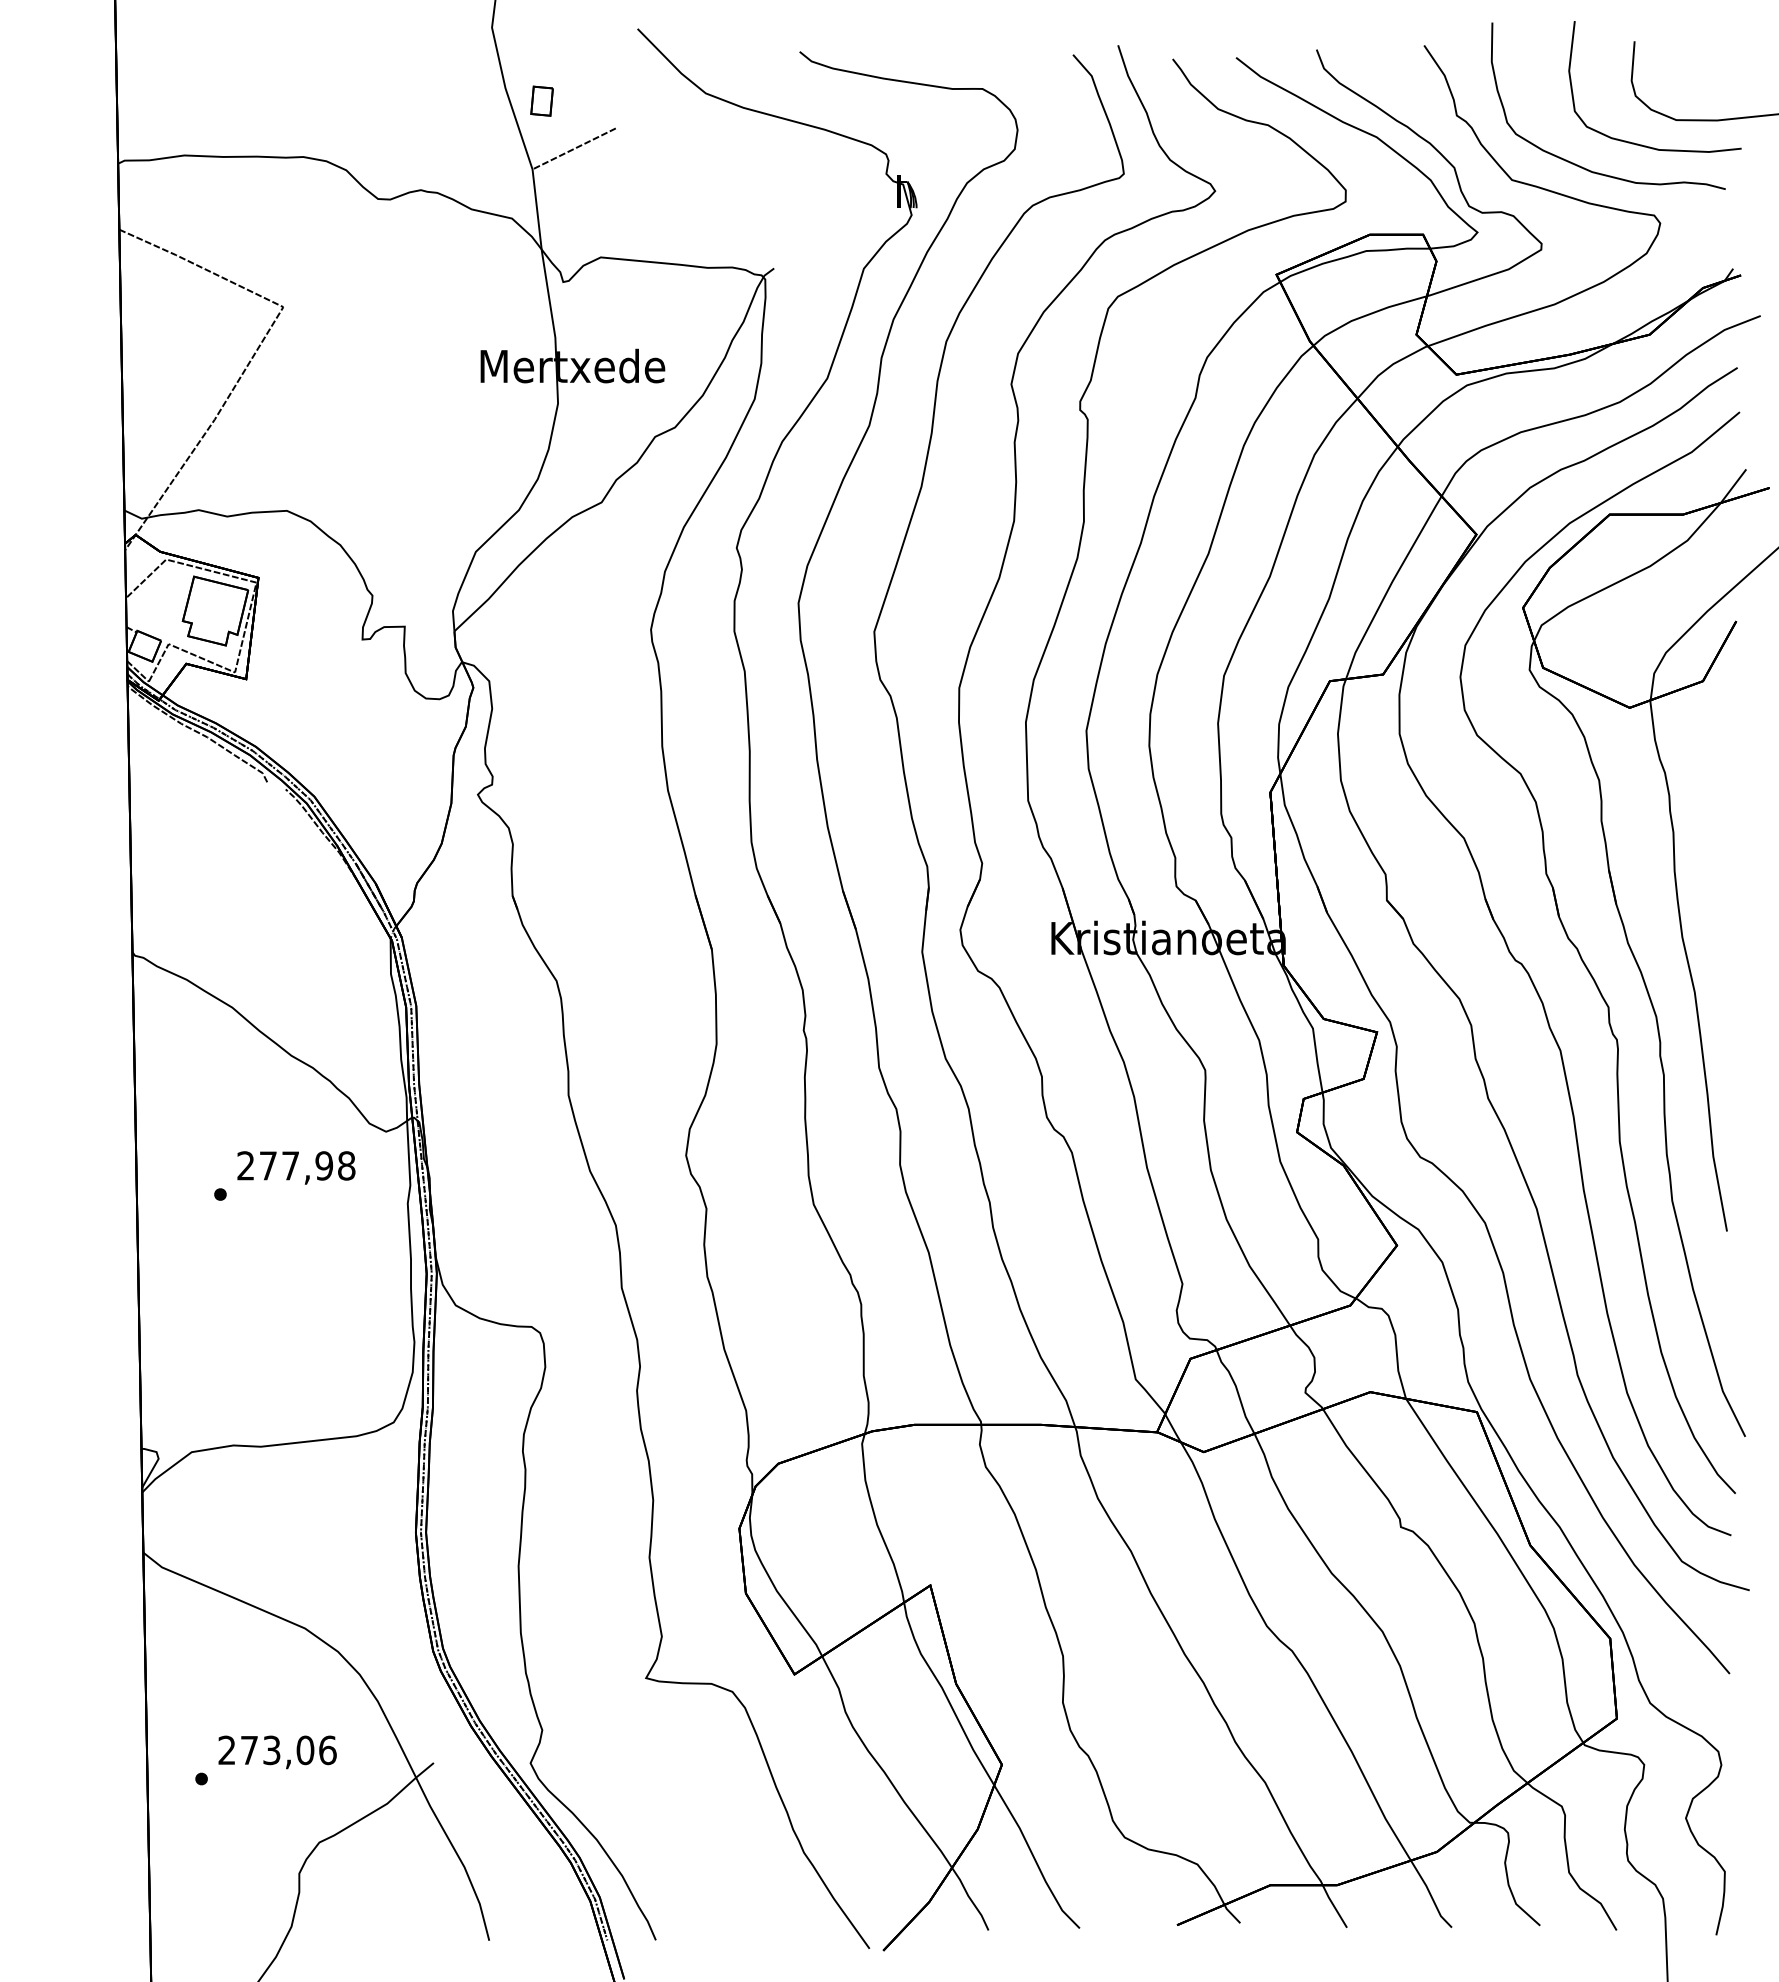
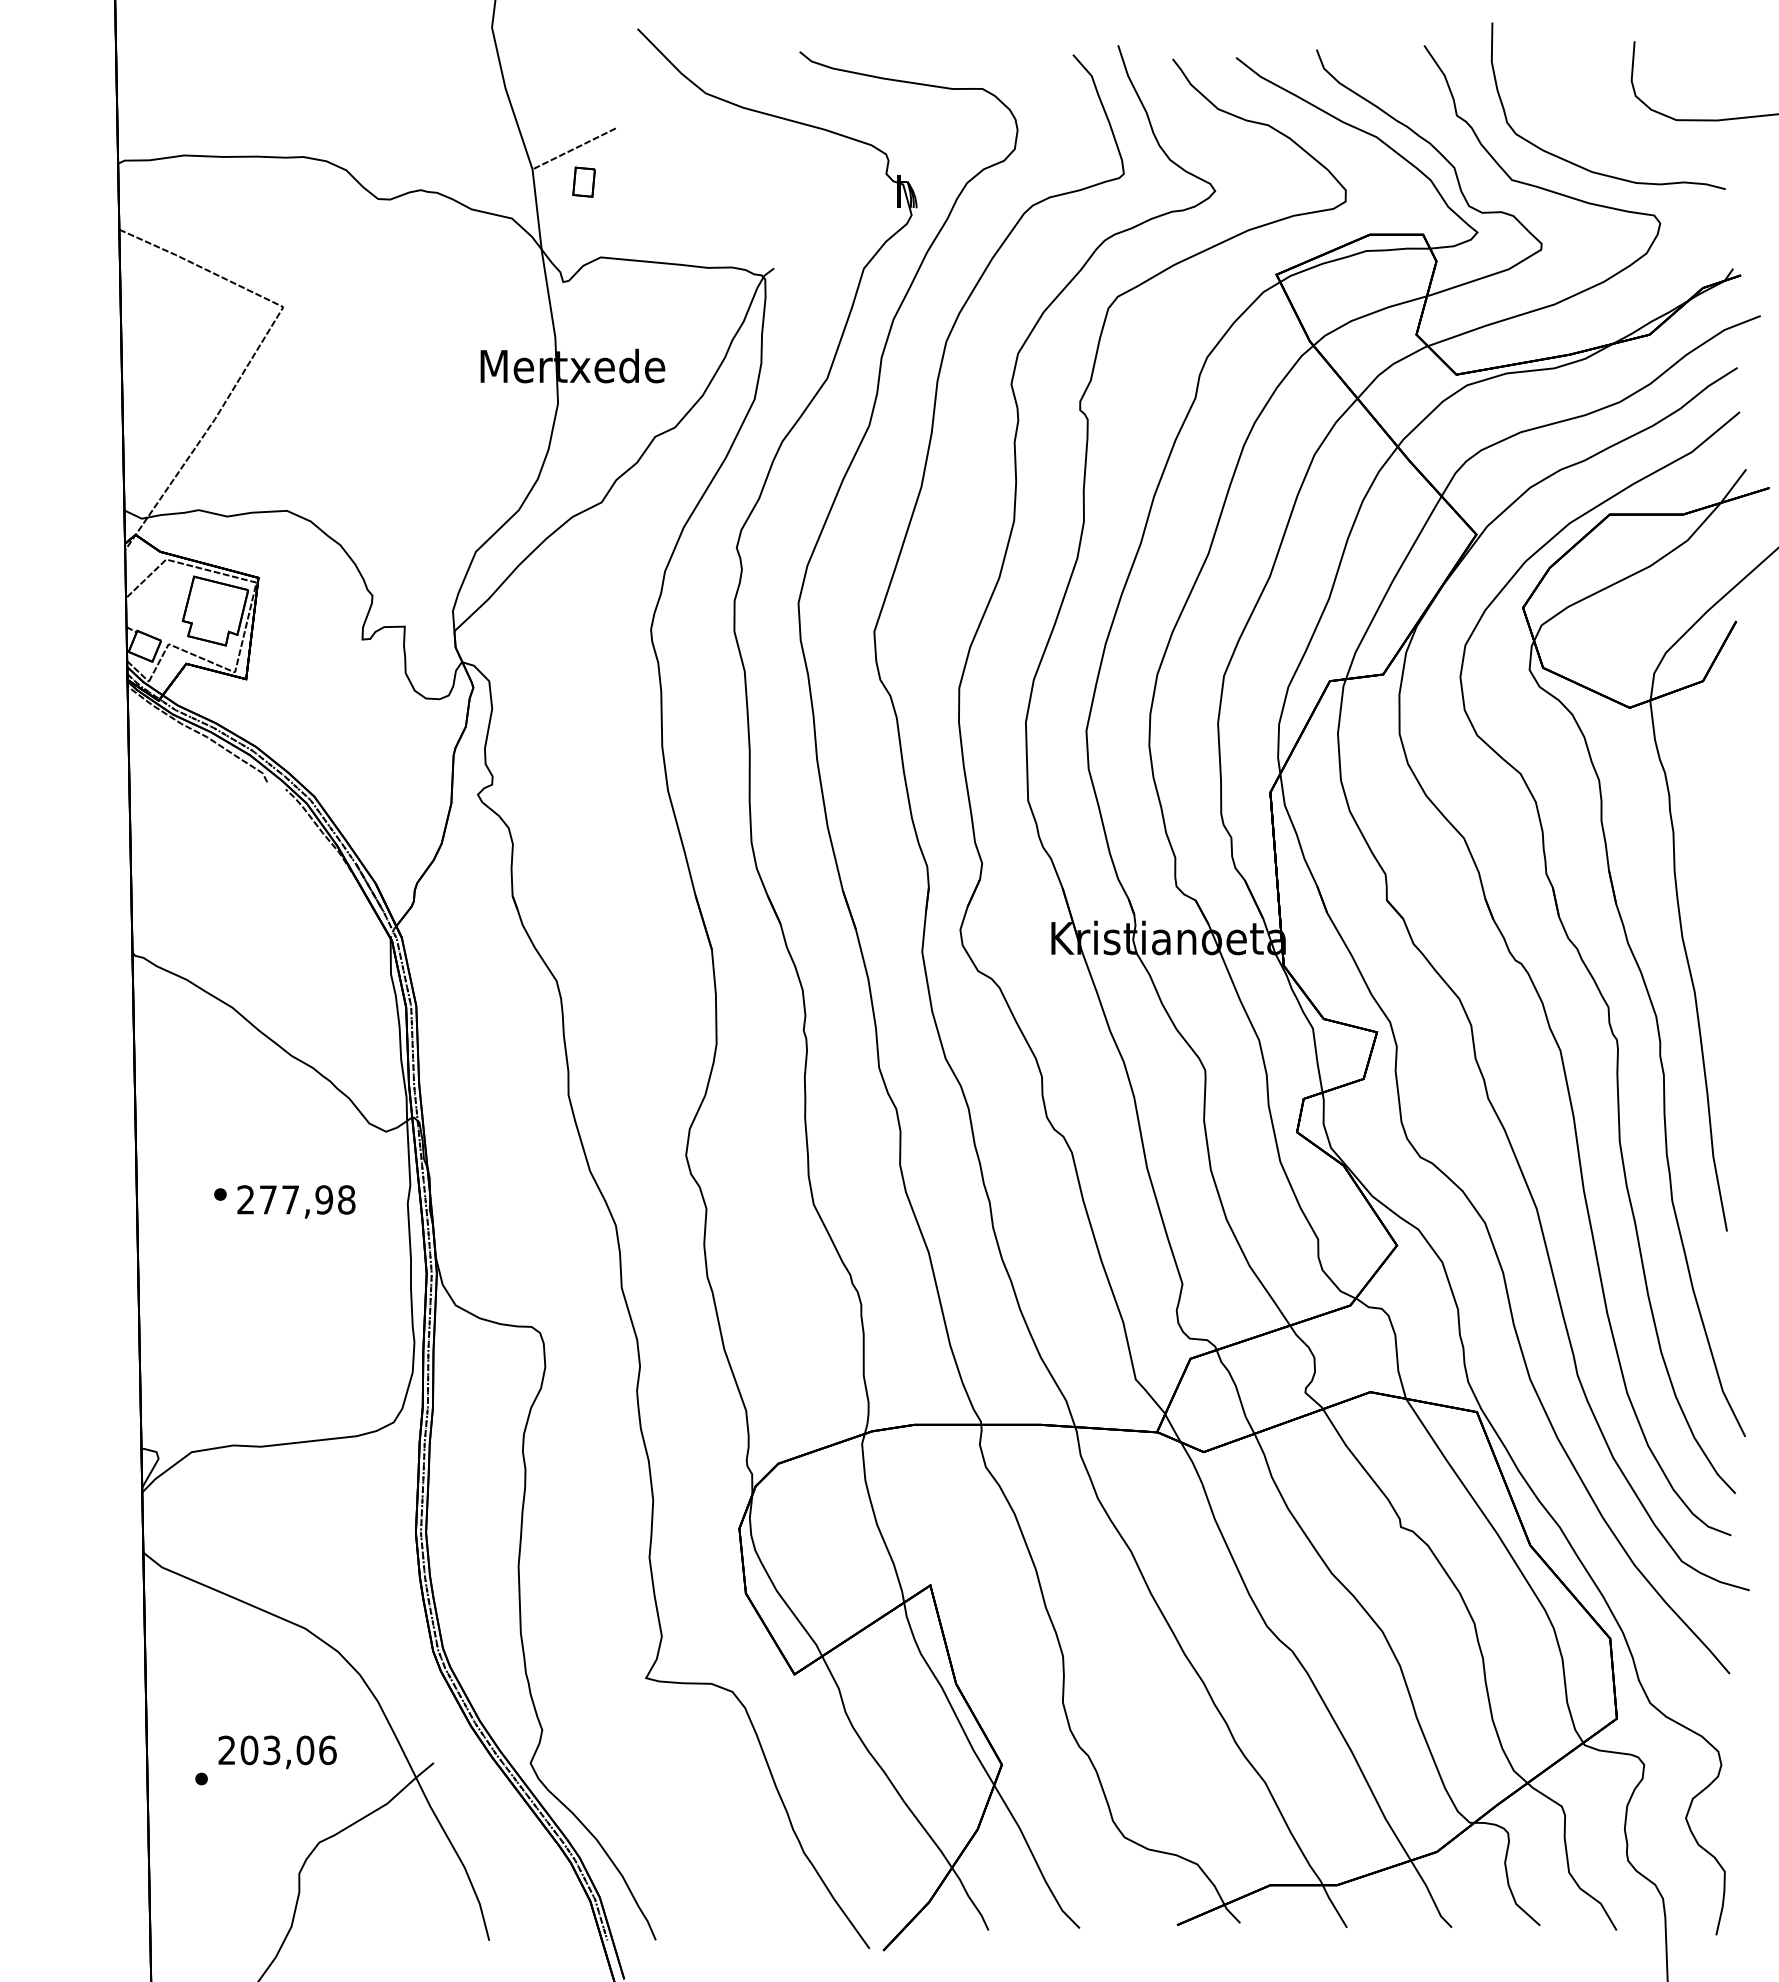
part at (541, 100) position: (541, 100) -> (583, 181)
curve at (1638, 143): present -> none
text at (296, 1167) position: (296, 1167) -> (296, 1201)
text at (249, 1750): 273,06 -> 203,06
